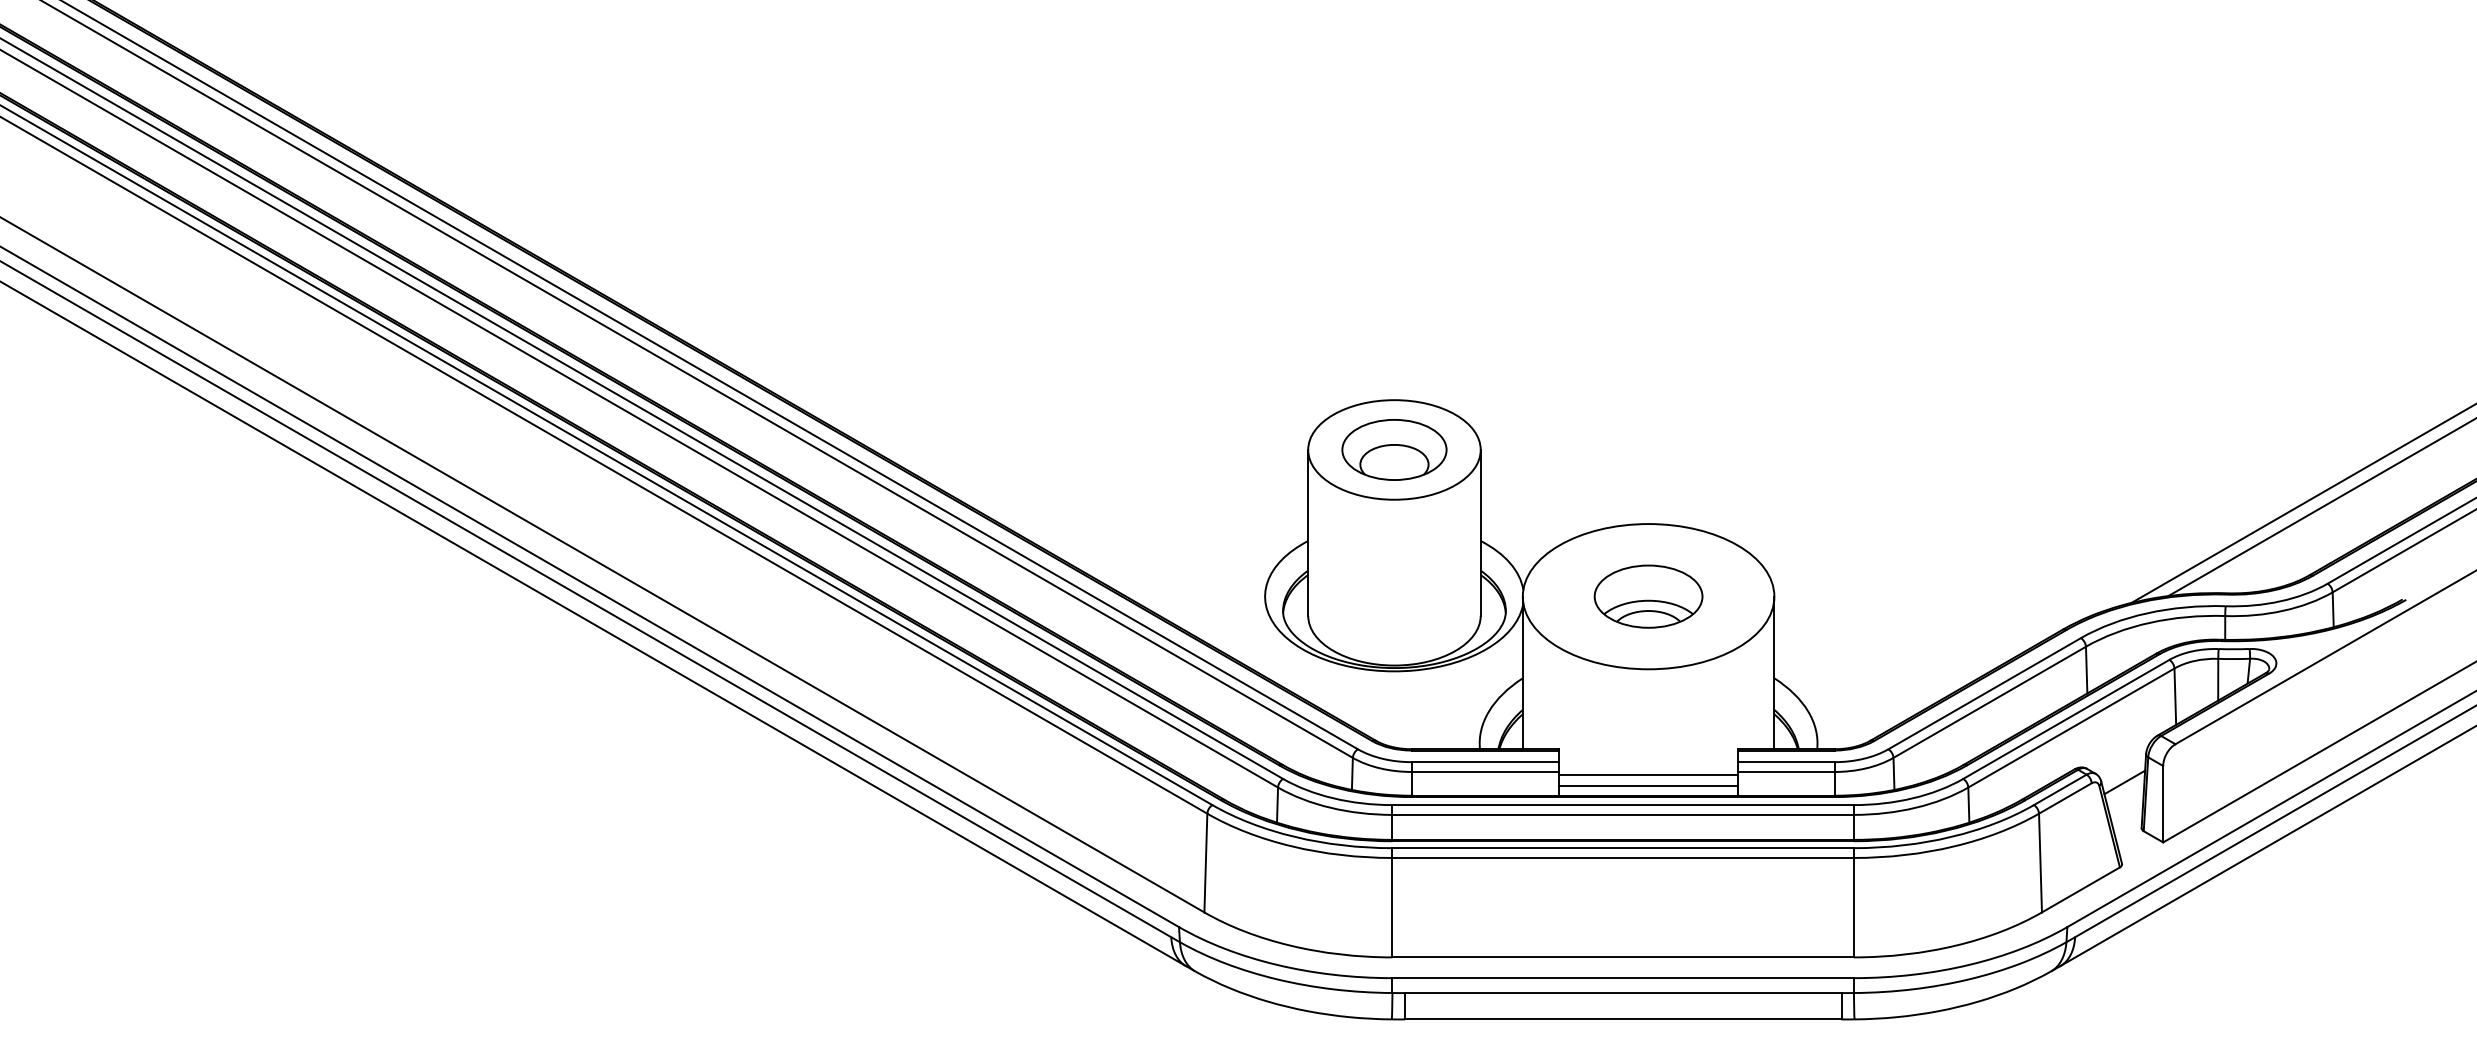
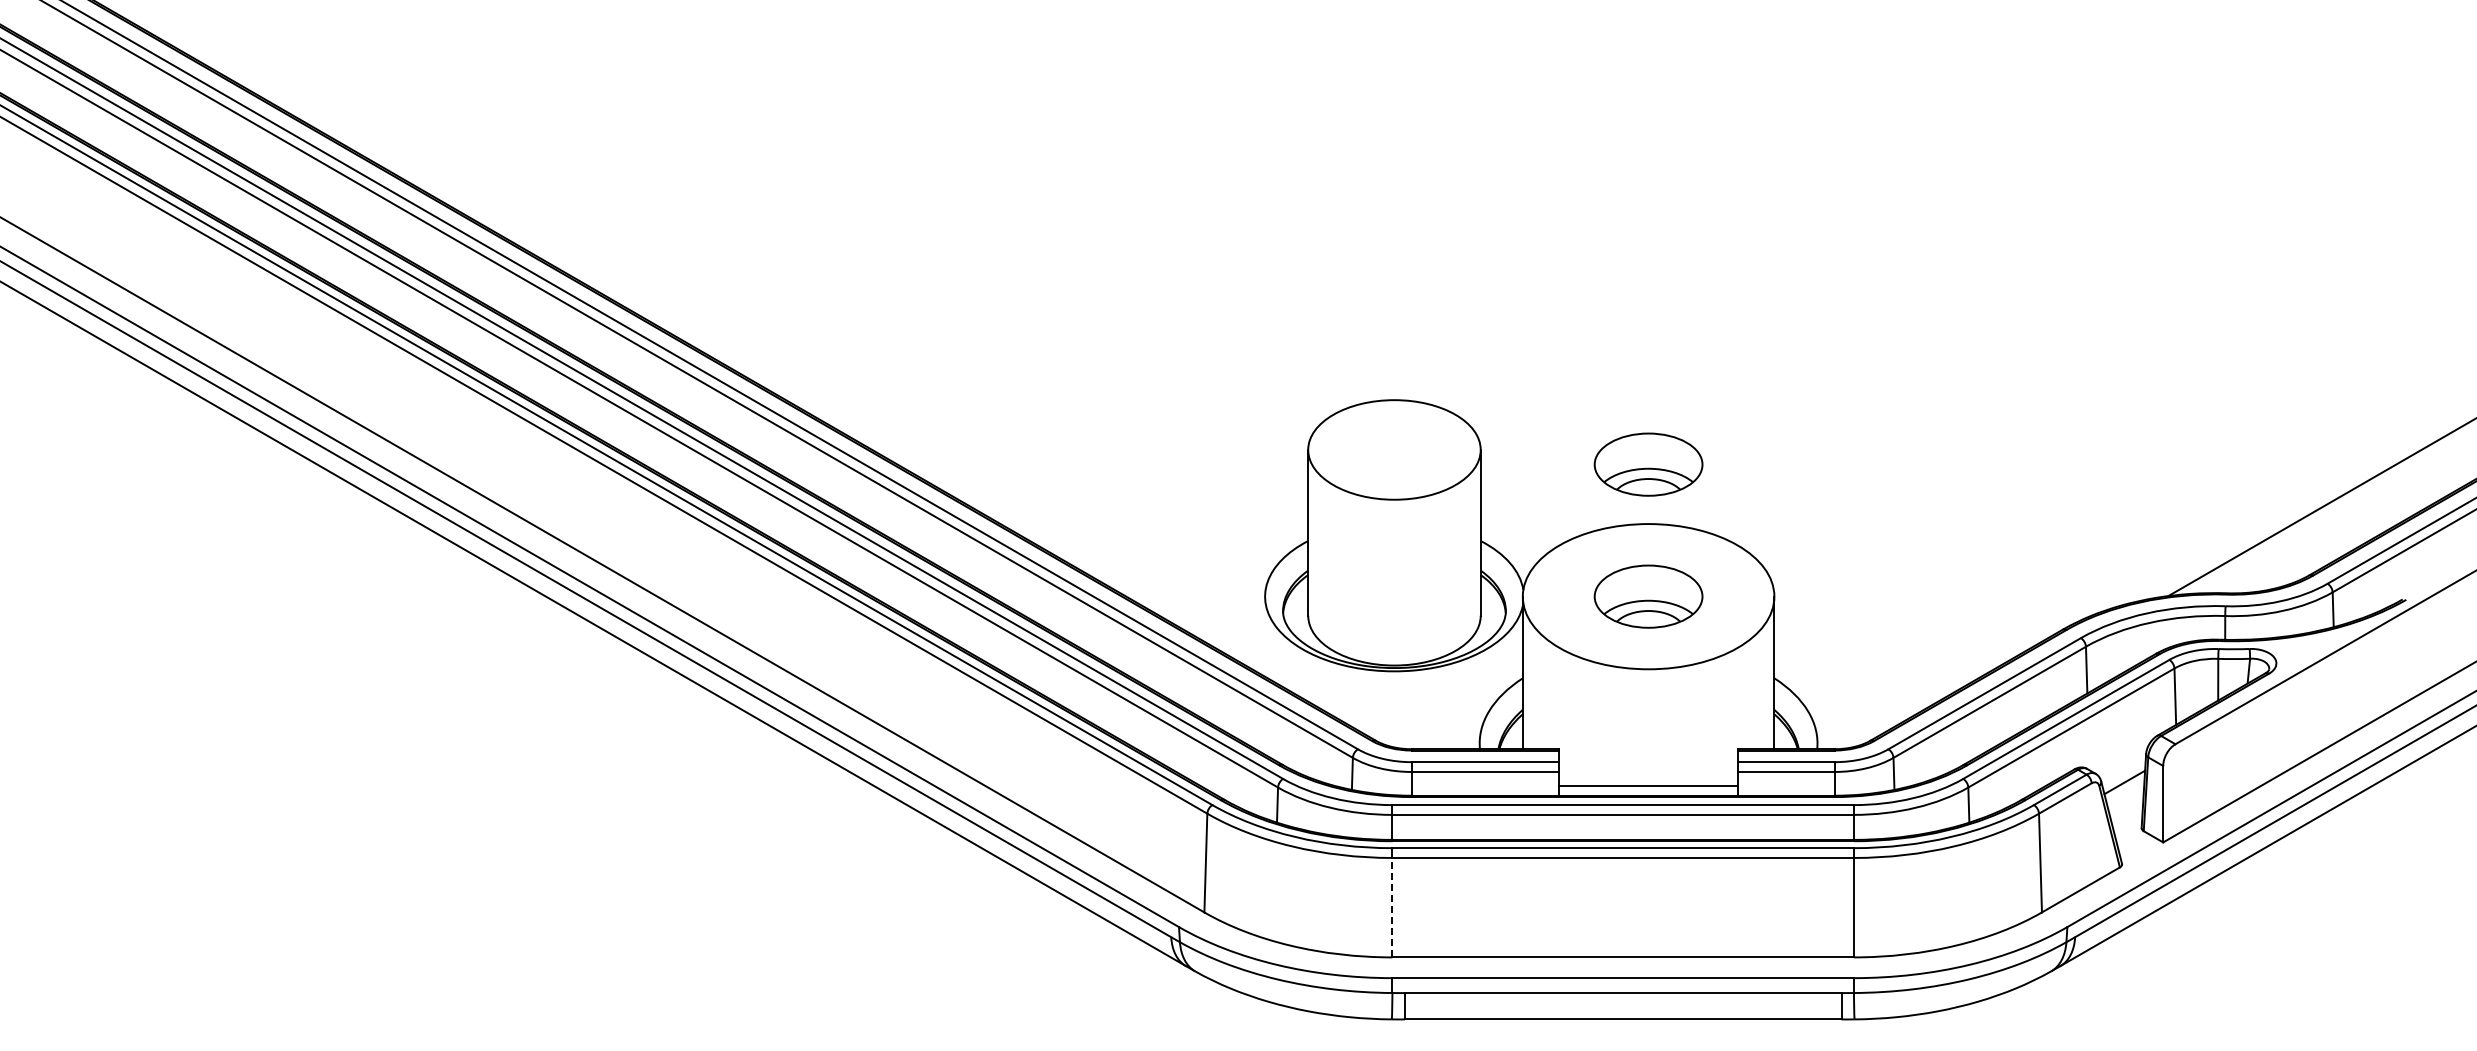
part at (1394, 449): present -> none
part at (1648, 464): none -> present
line at (2302, 503): present -> none
line at (1648, 775): present -> none
line at (1392, 907): solid -> dashed
